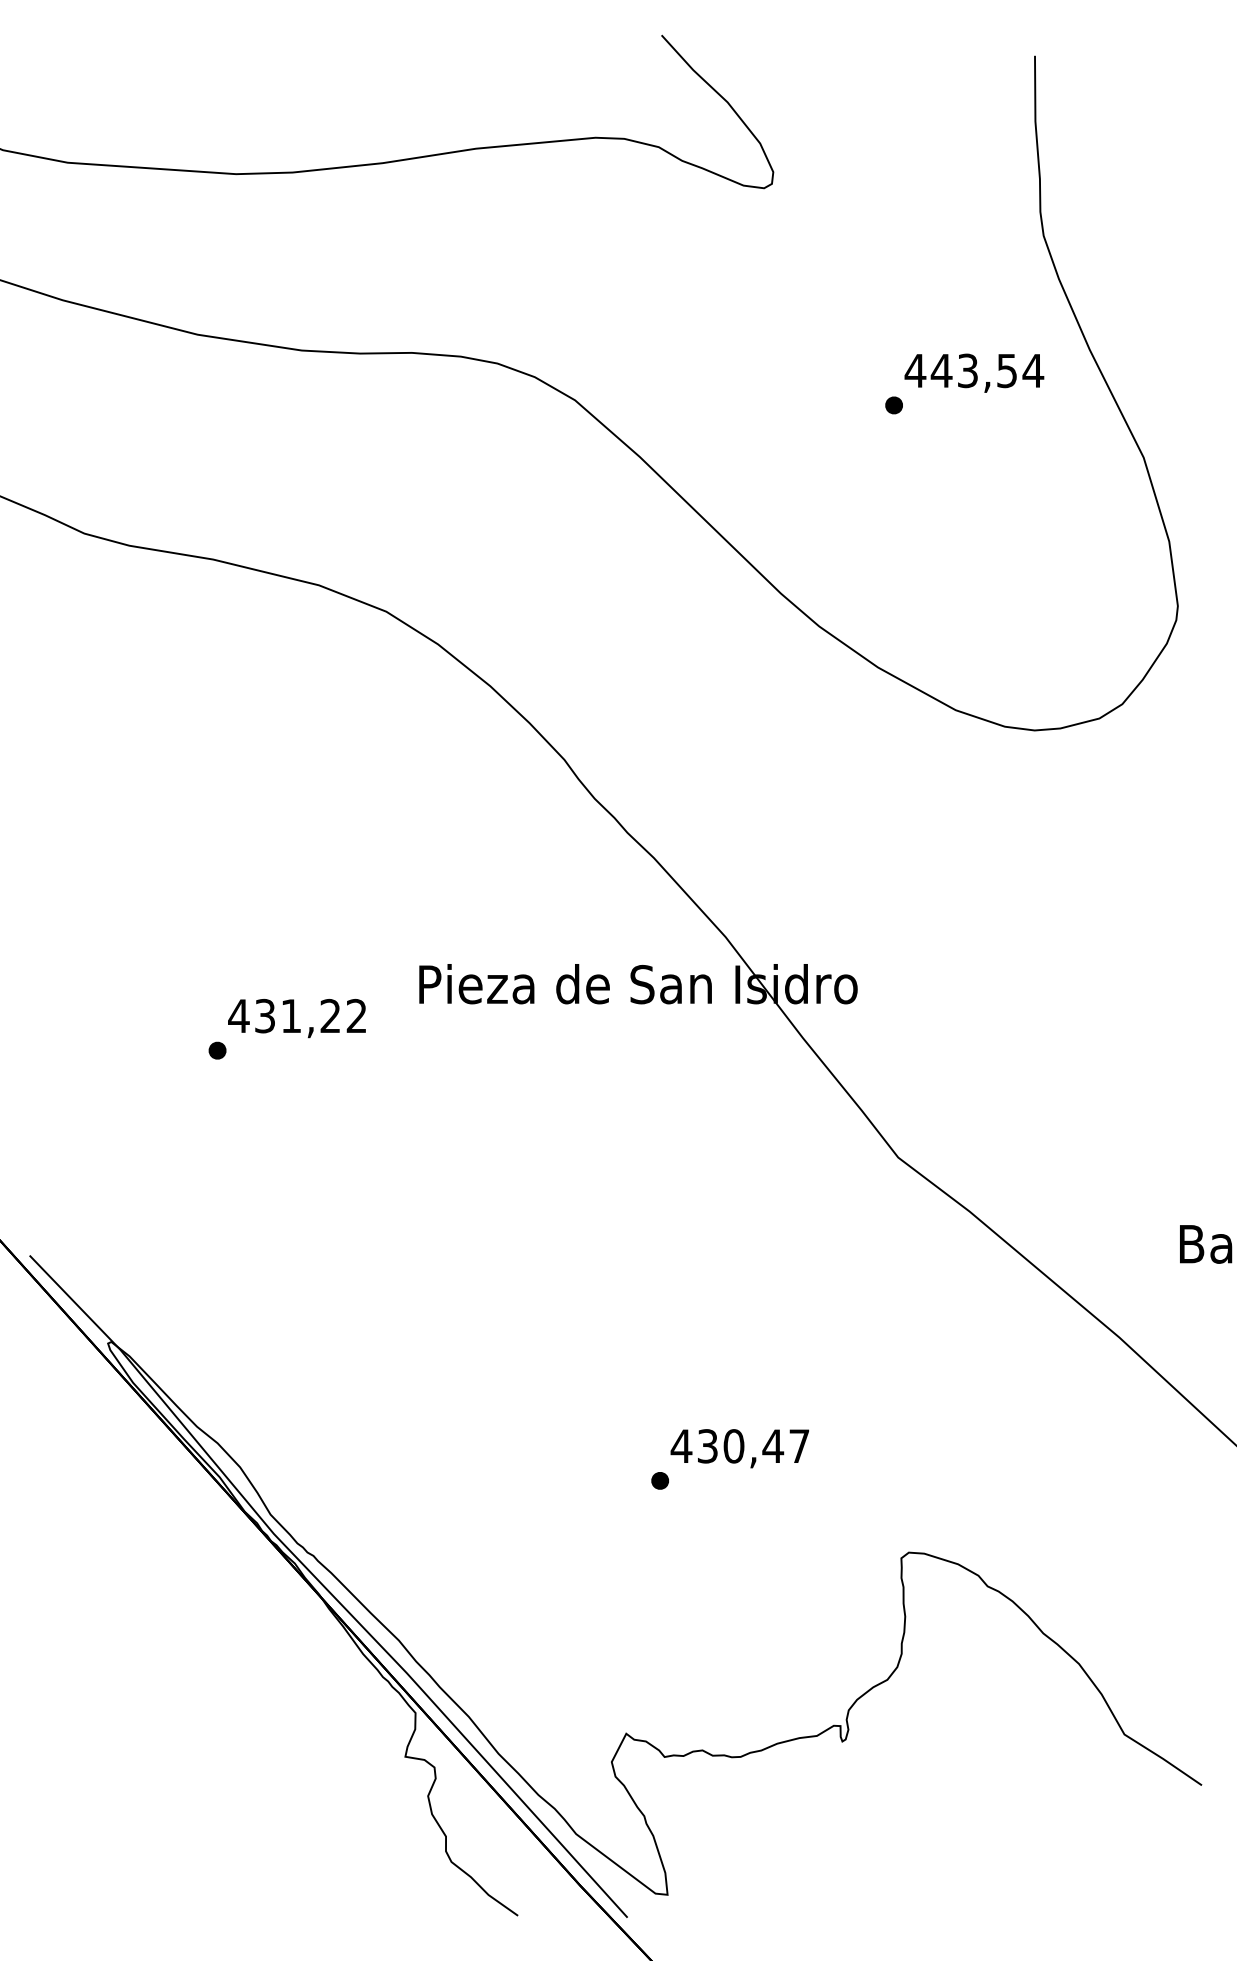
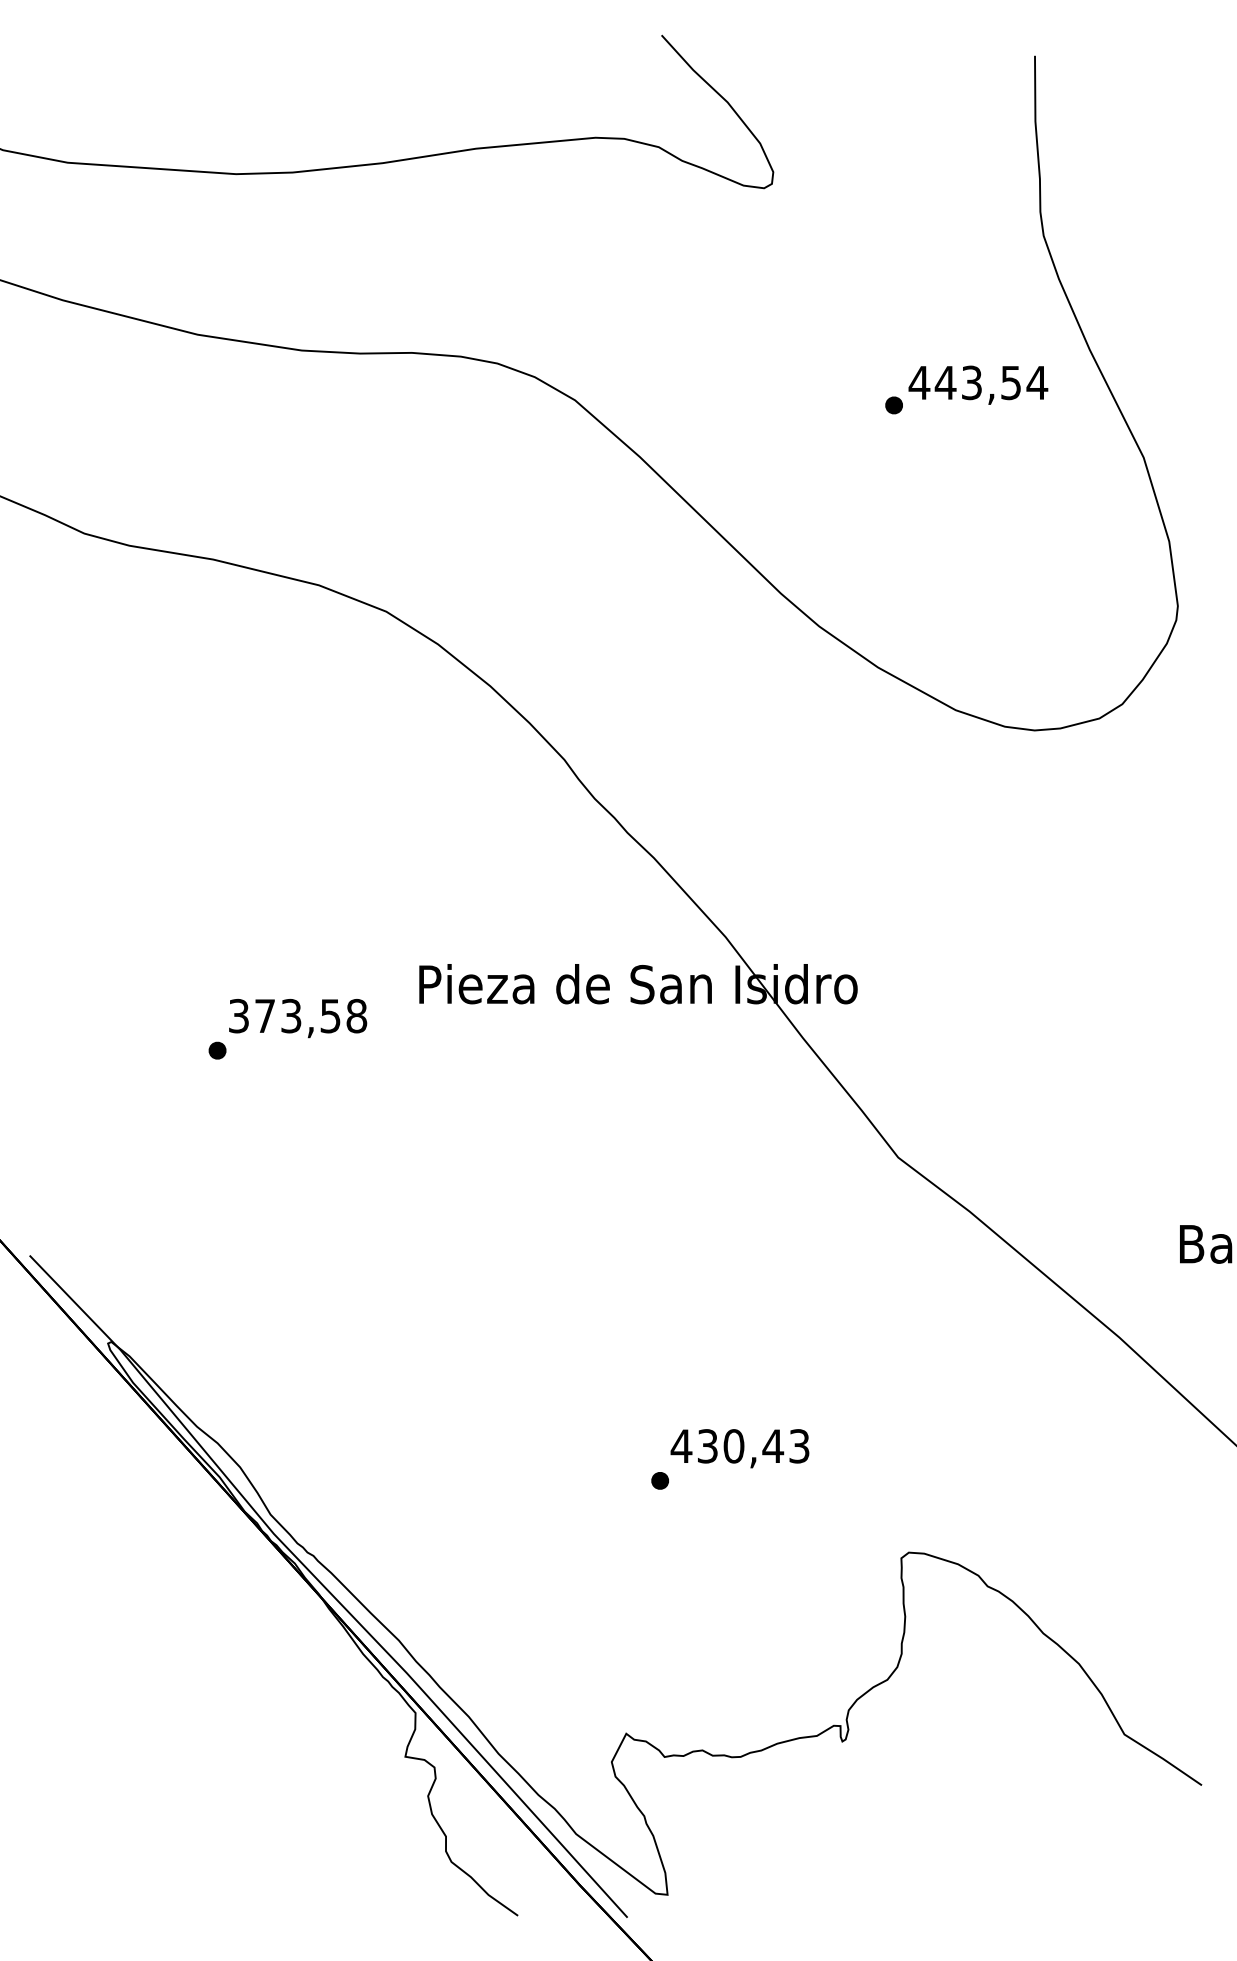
text at (974, 372) position: (974, 372) -> (978, 384)
text at (297, 1015): 431,22 -> 373,58
text at (799, 1446): 430,47 -> 430,43
